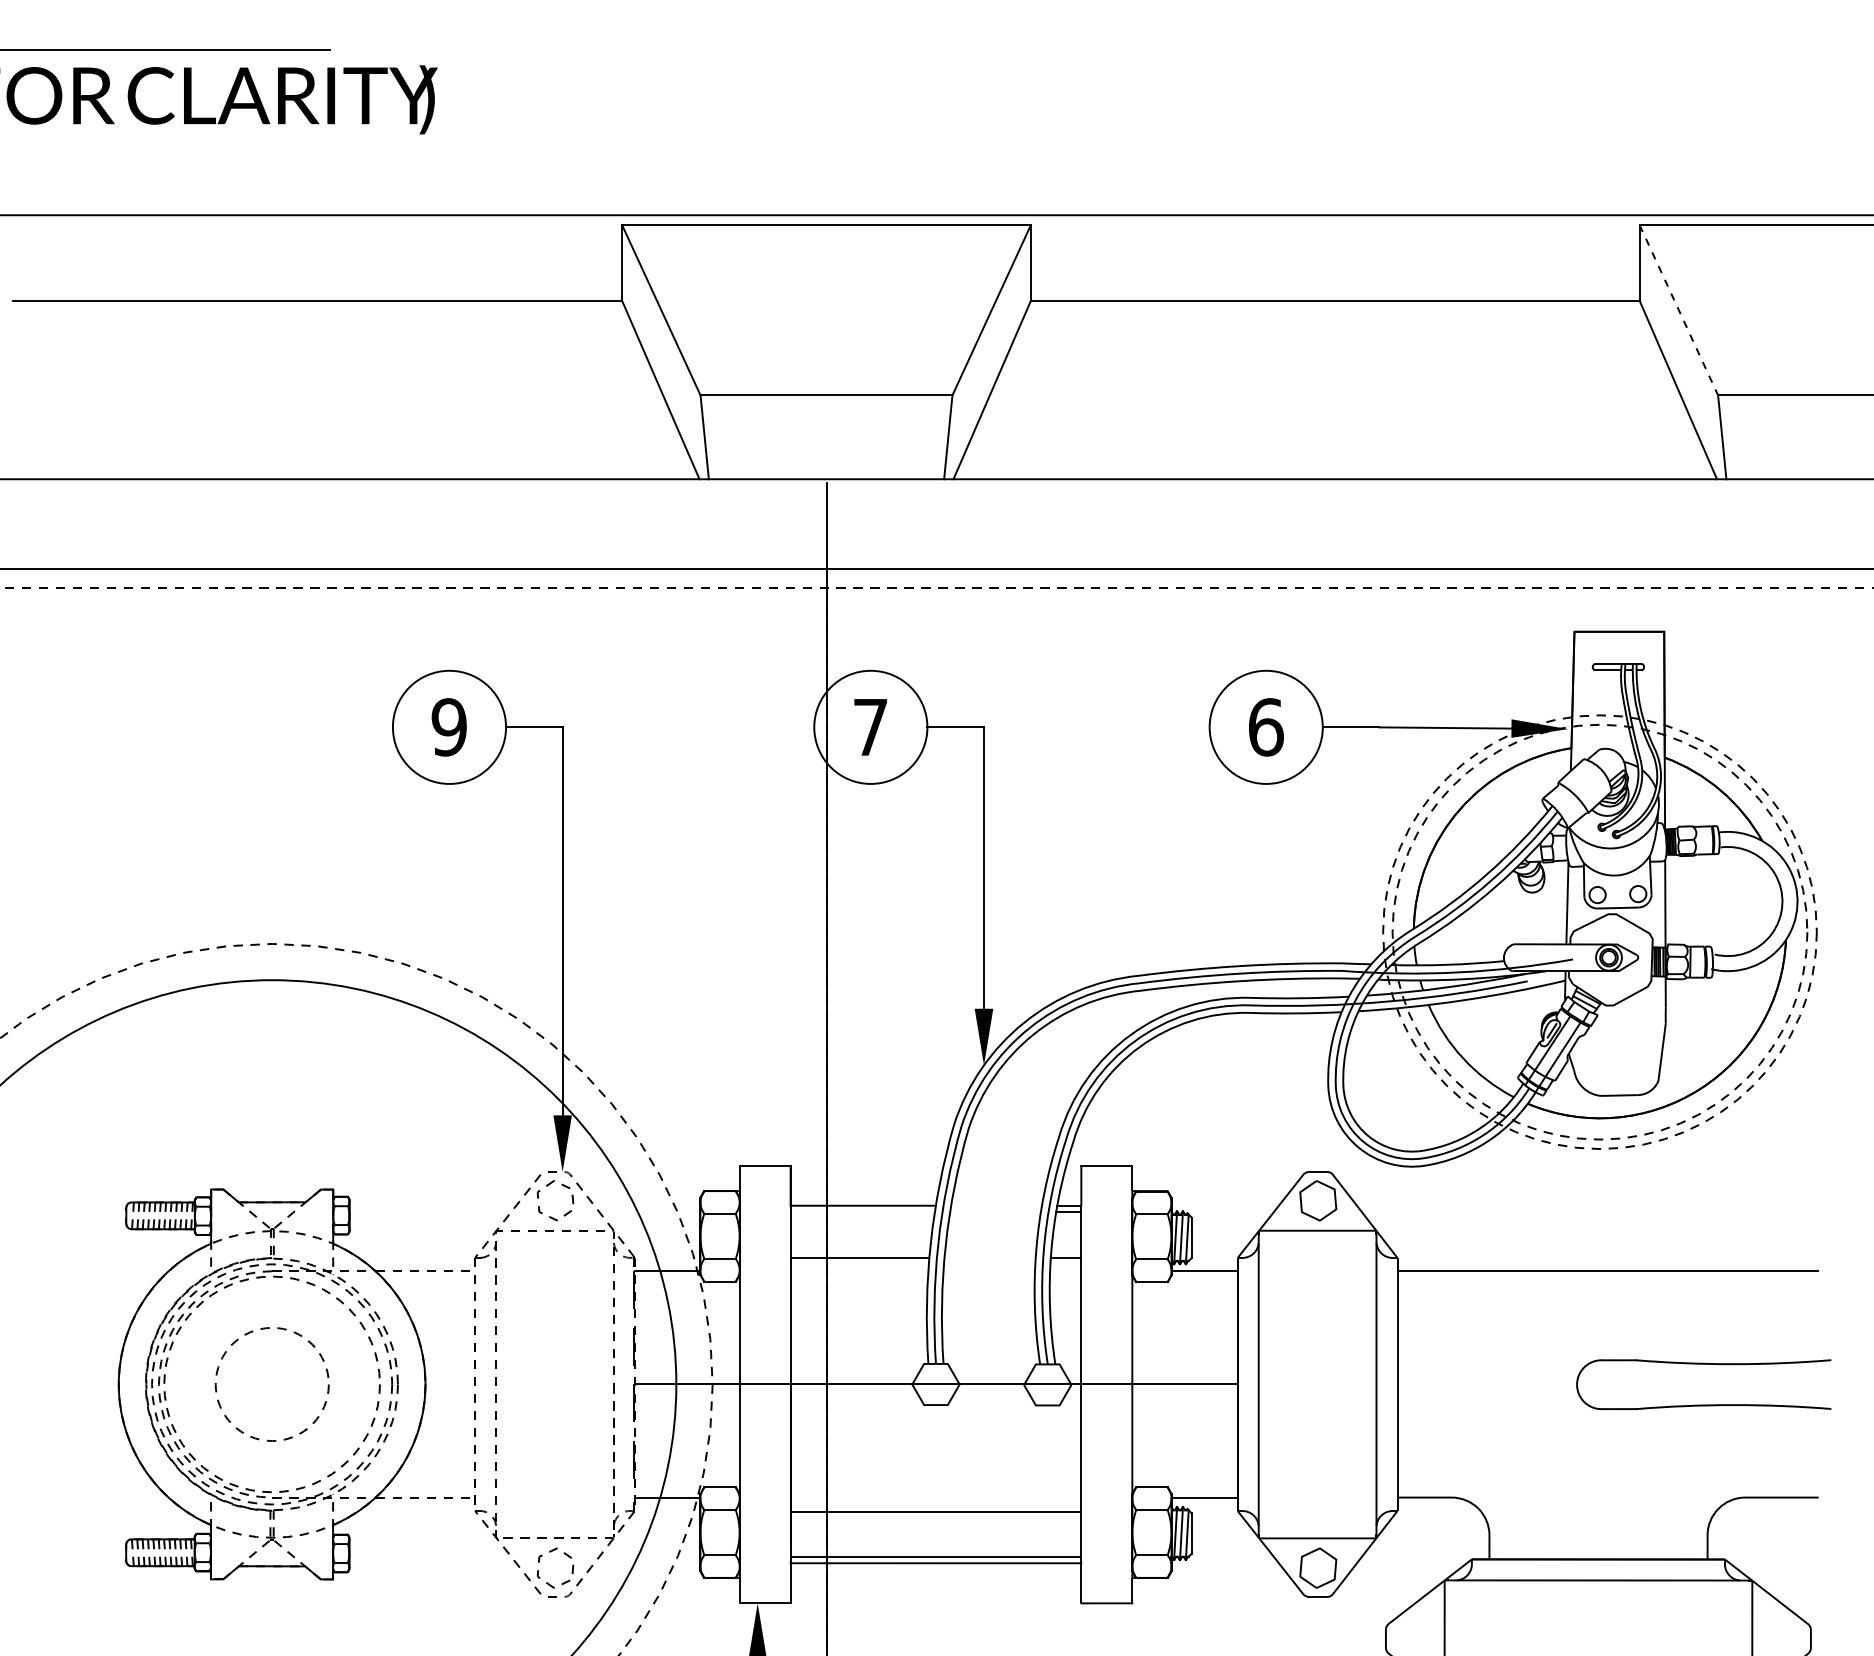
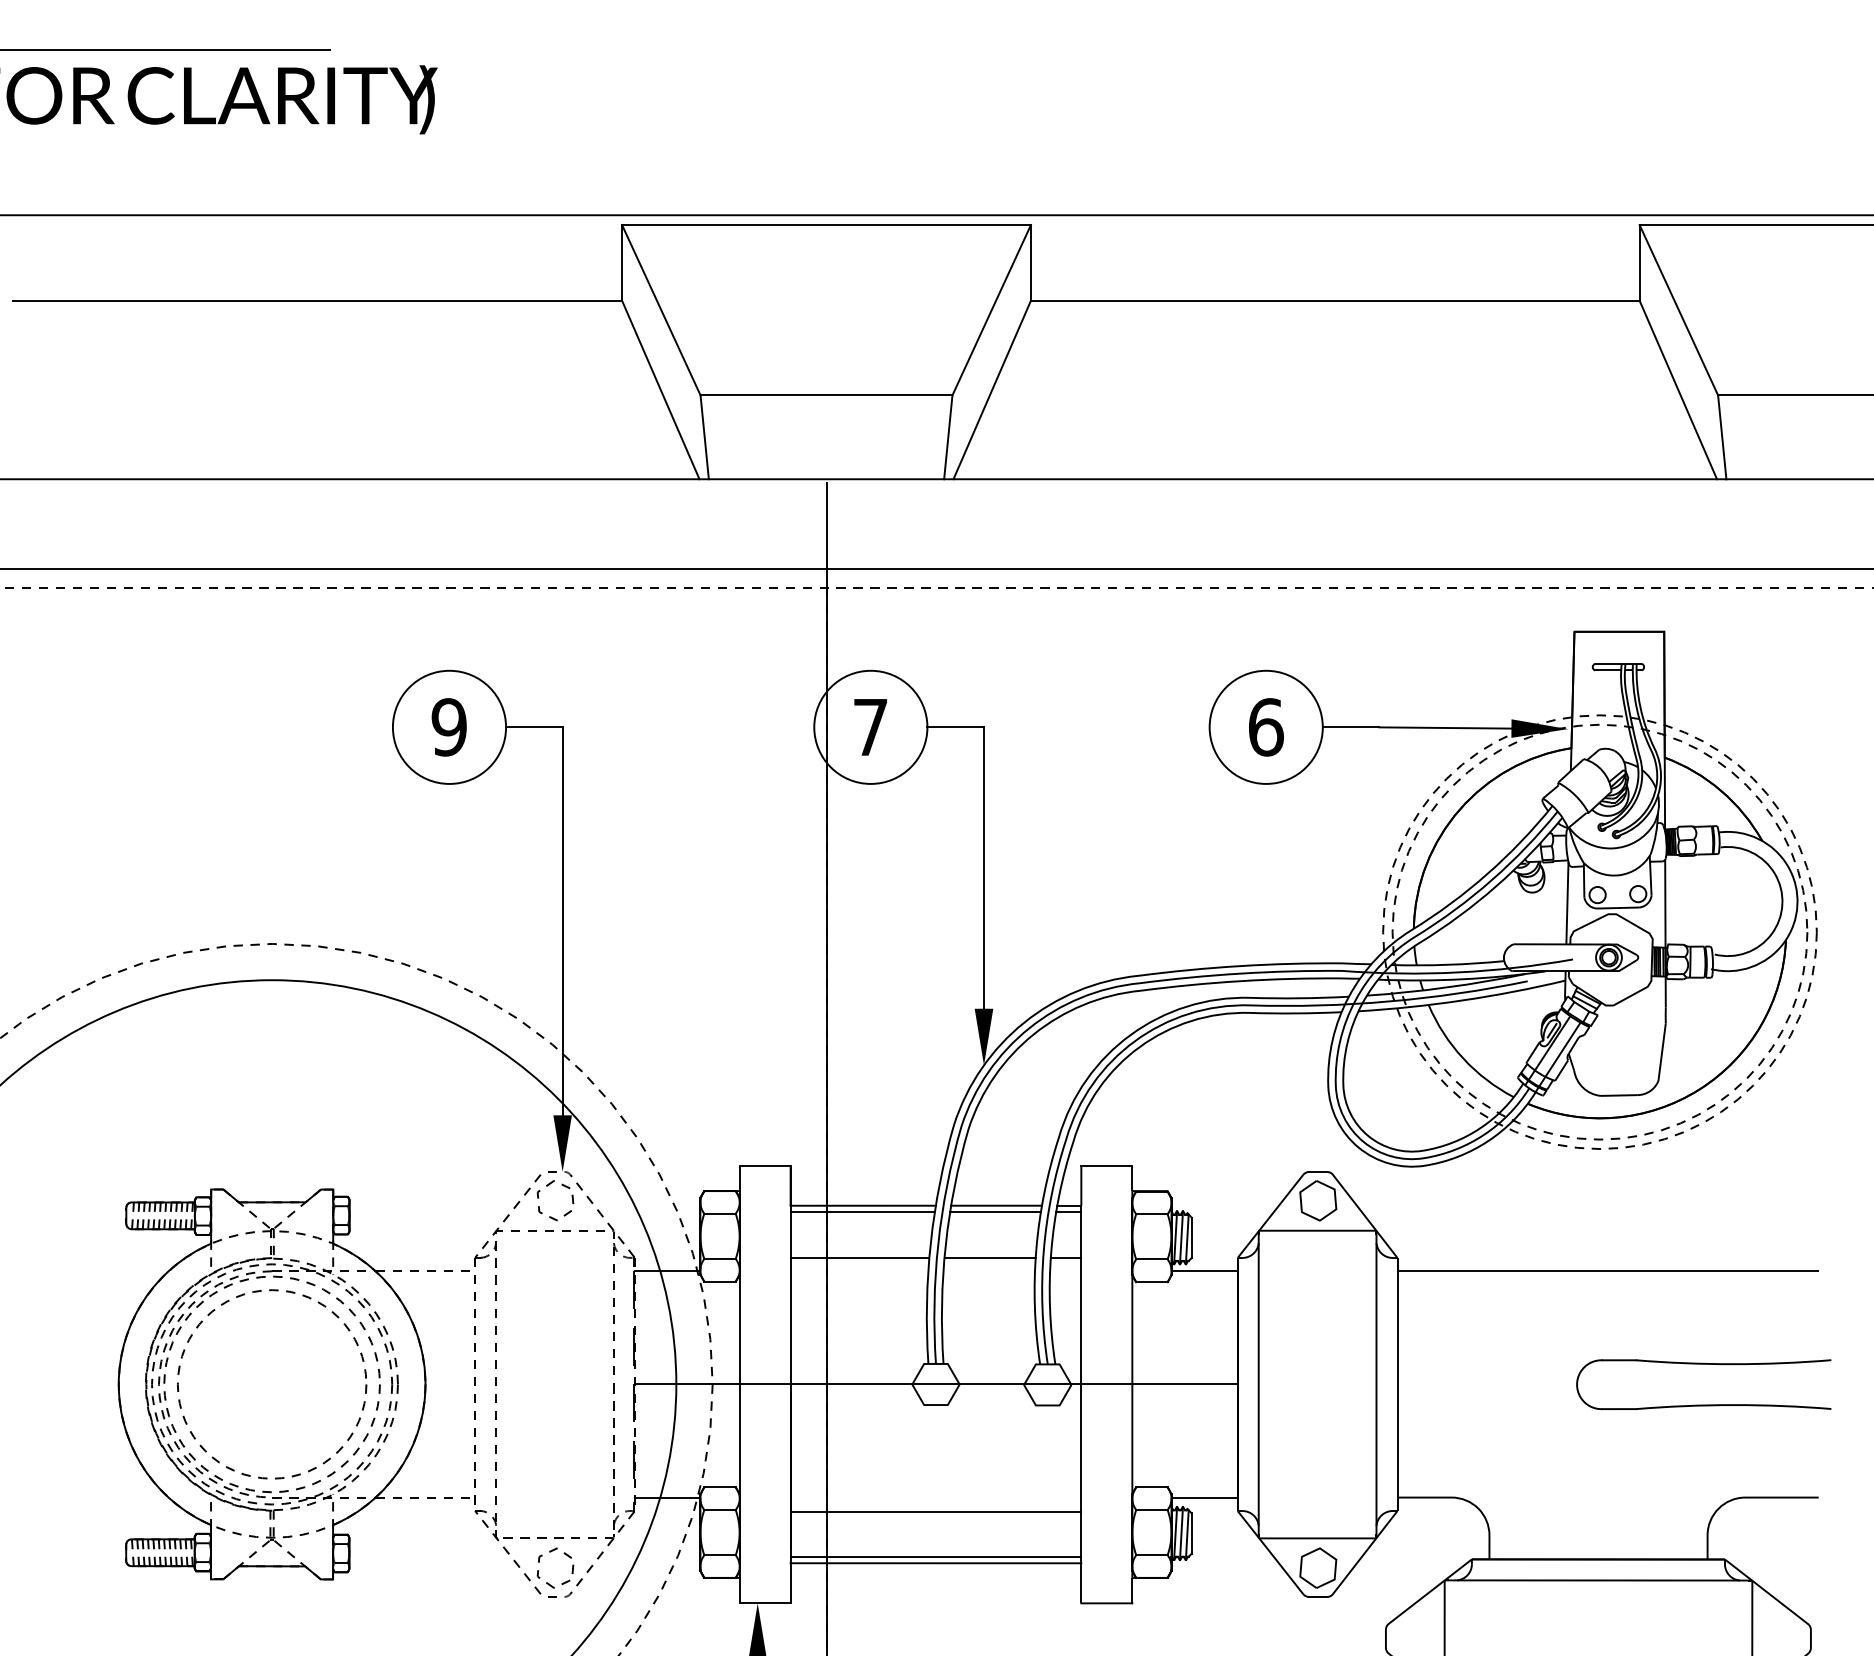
line at (1678, 310): dashed -> solid
line at (996, 1205): none -> present
line at (862, 1212): none -> present
line at (995, 1212): none -> present
line at (989, 1257): none -> present
circle at (271, 1384) size: 116x115 px -> 191x191 px
